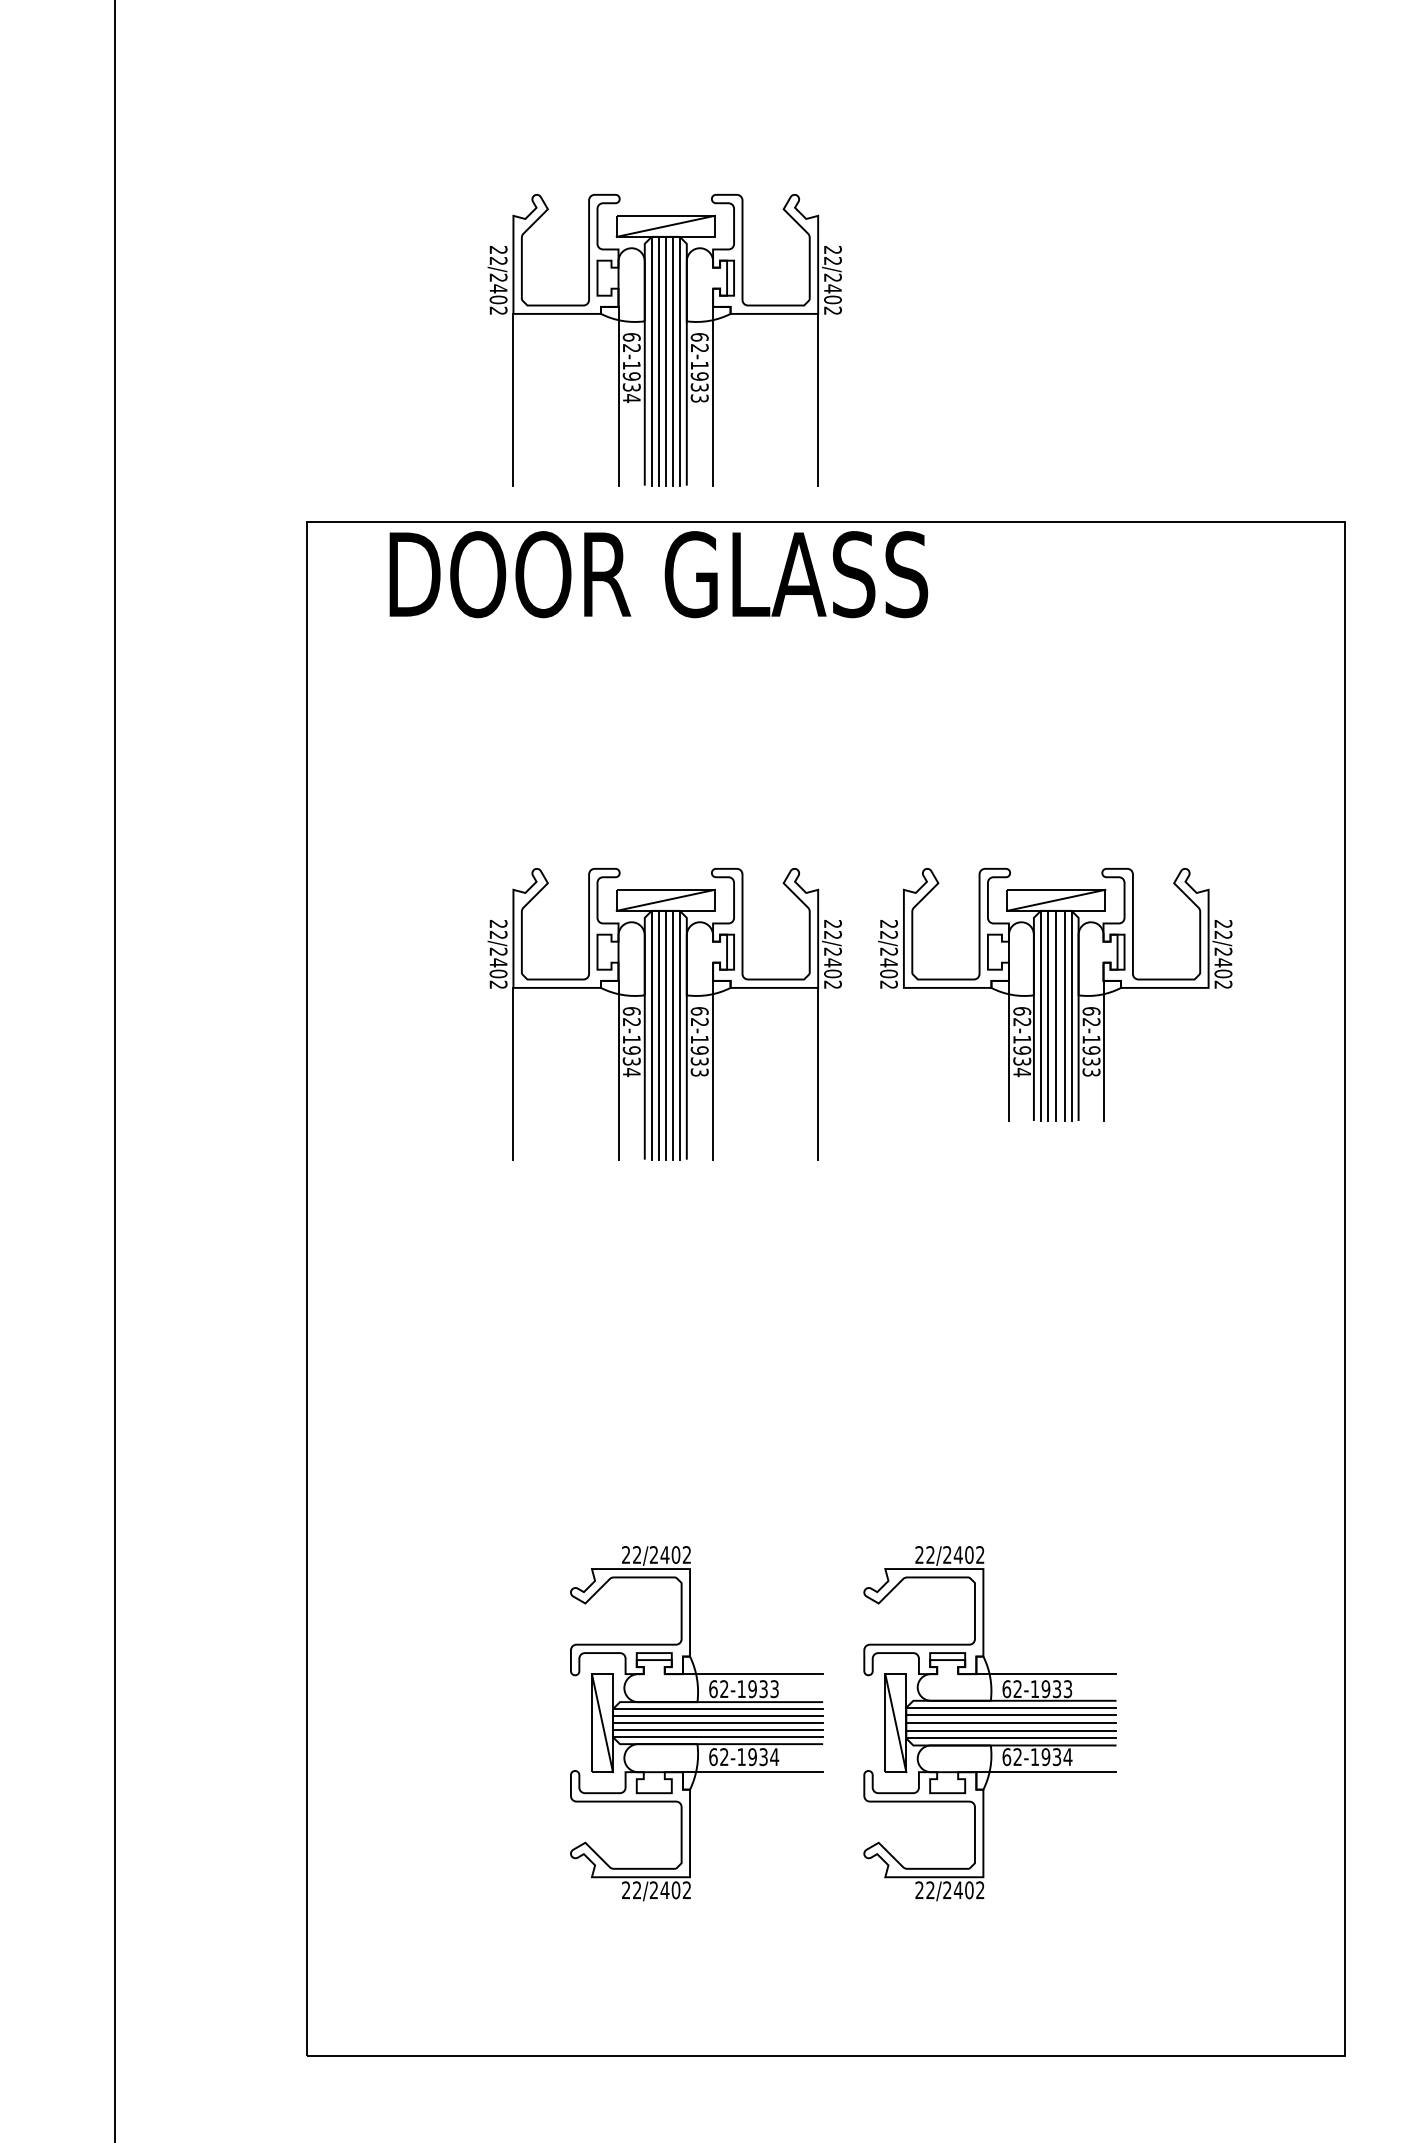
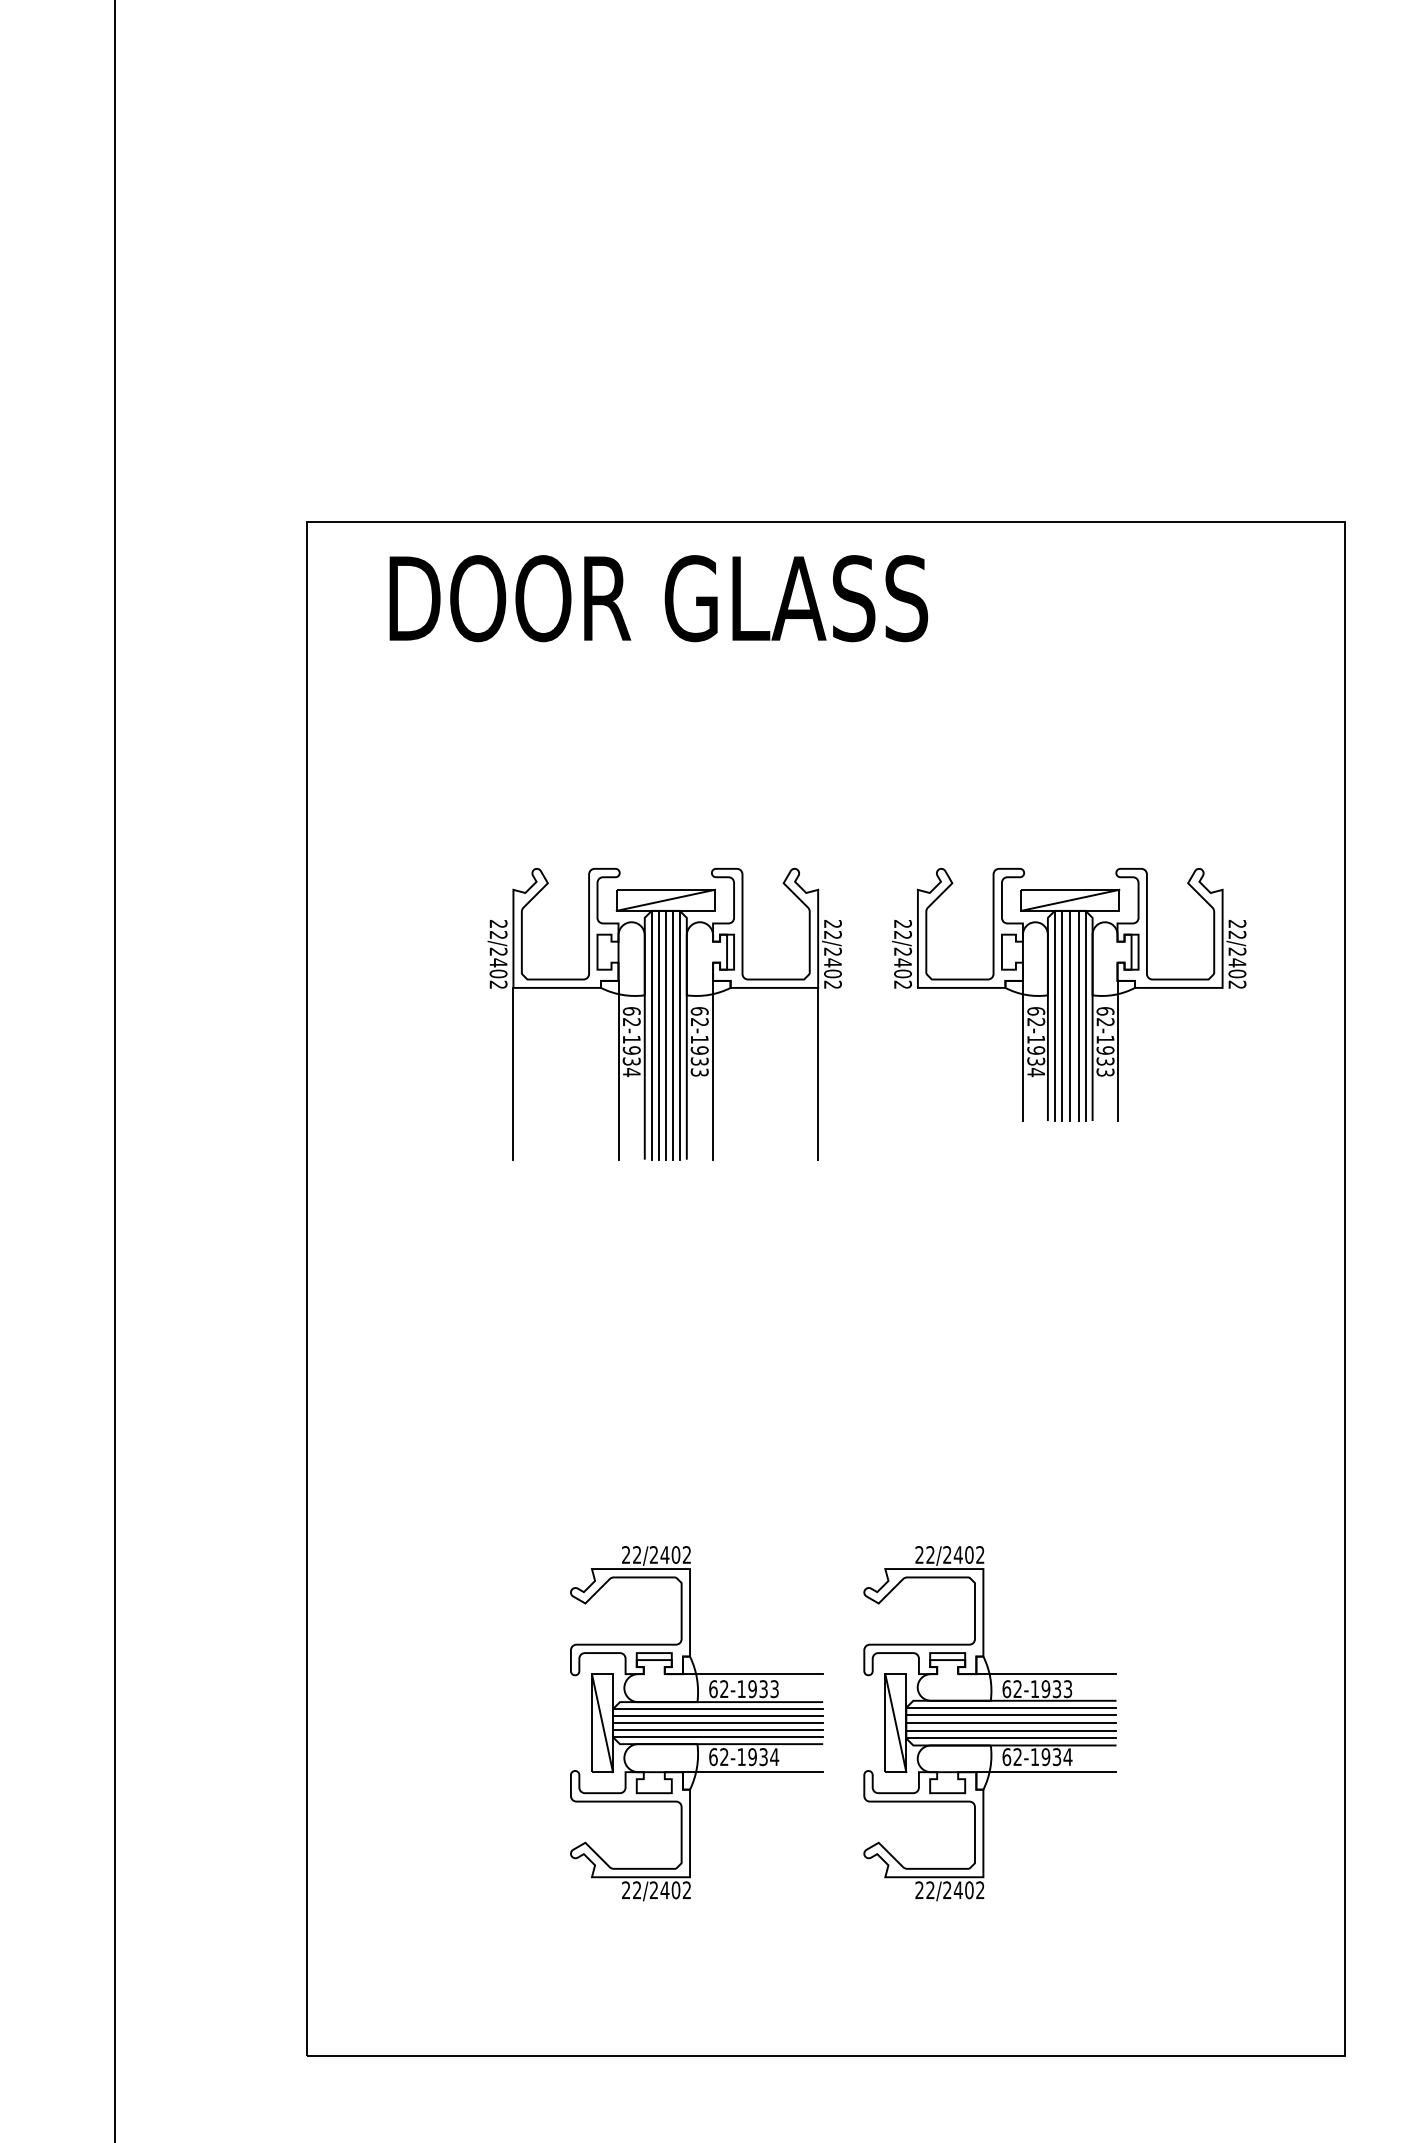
part at (664, 340): present -> none
text at (658, 574) position: (658, 574) -> (658, 598)
part at (1055, 994) position: (1055, 994) -> (1069, 994)
